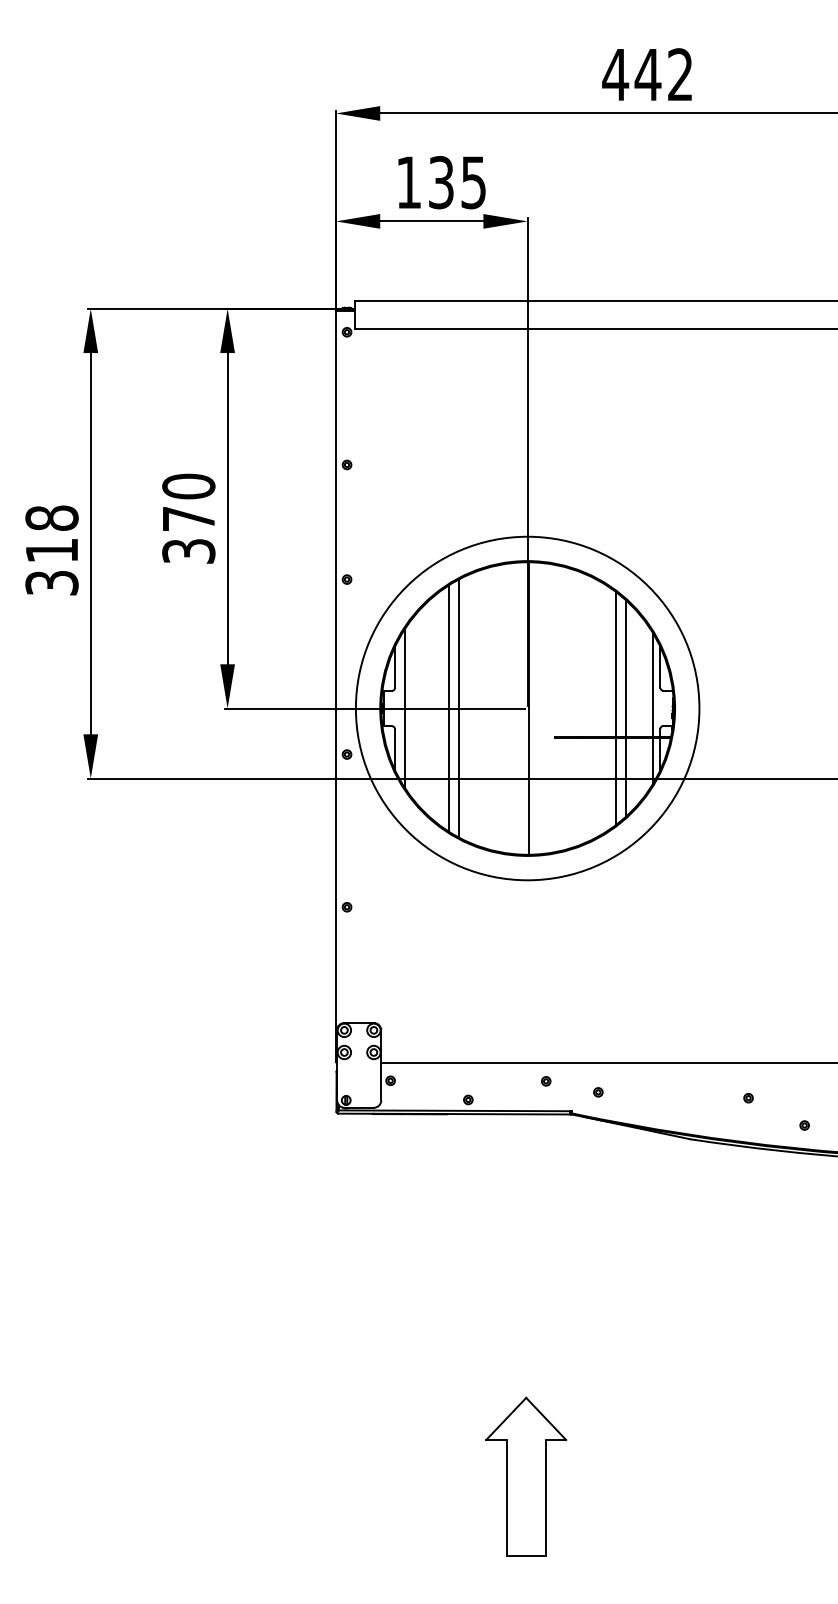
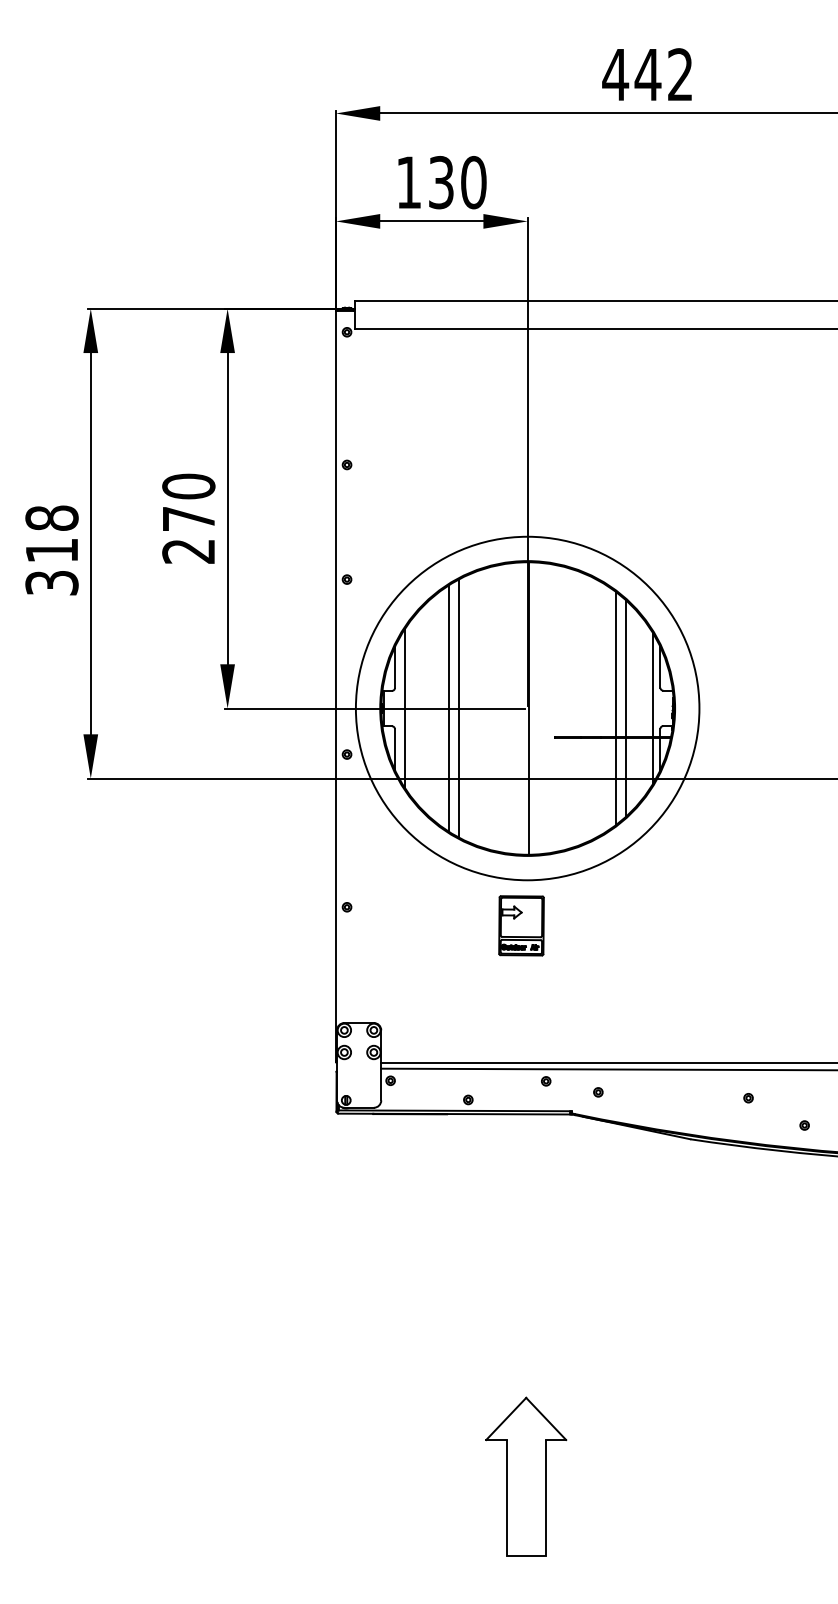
text at (473, 182): 135 -> 130
text at (188, 551): 370 -> 270
part at (521, 925): none -> present
line at (607, 1069): none -> present
